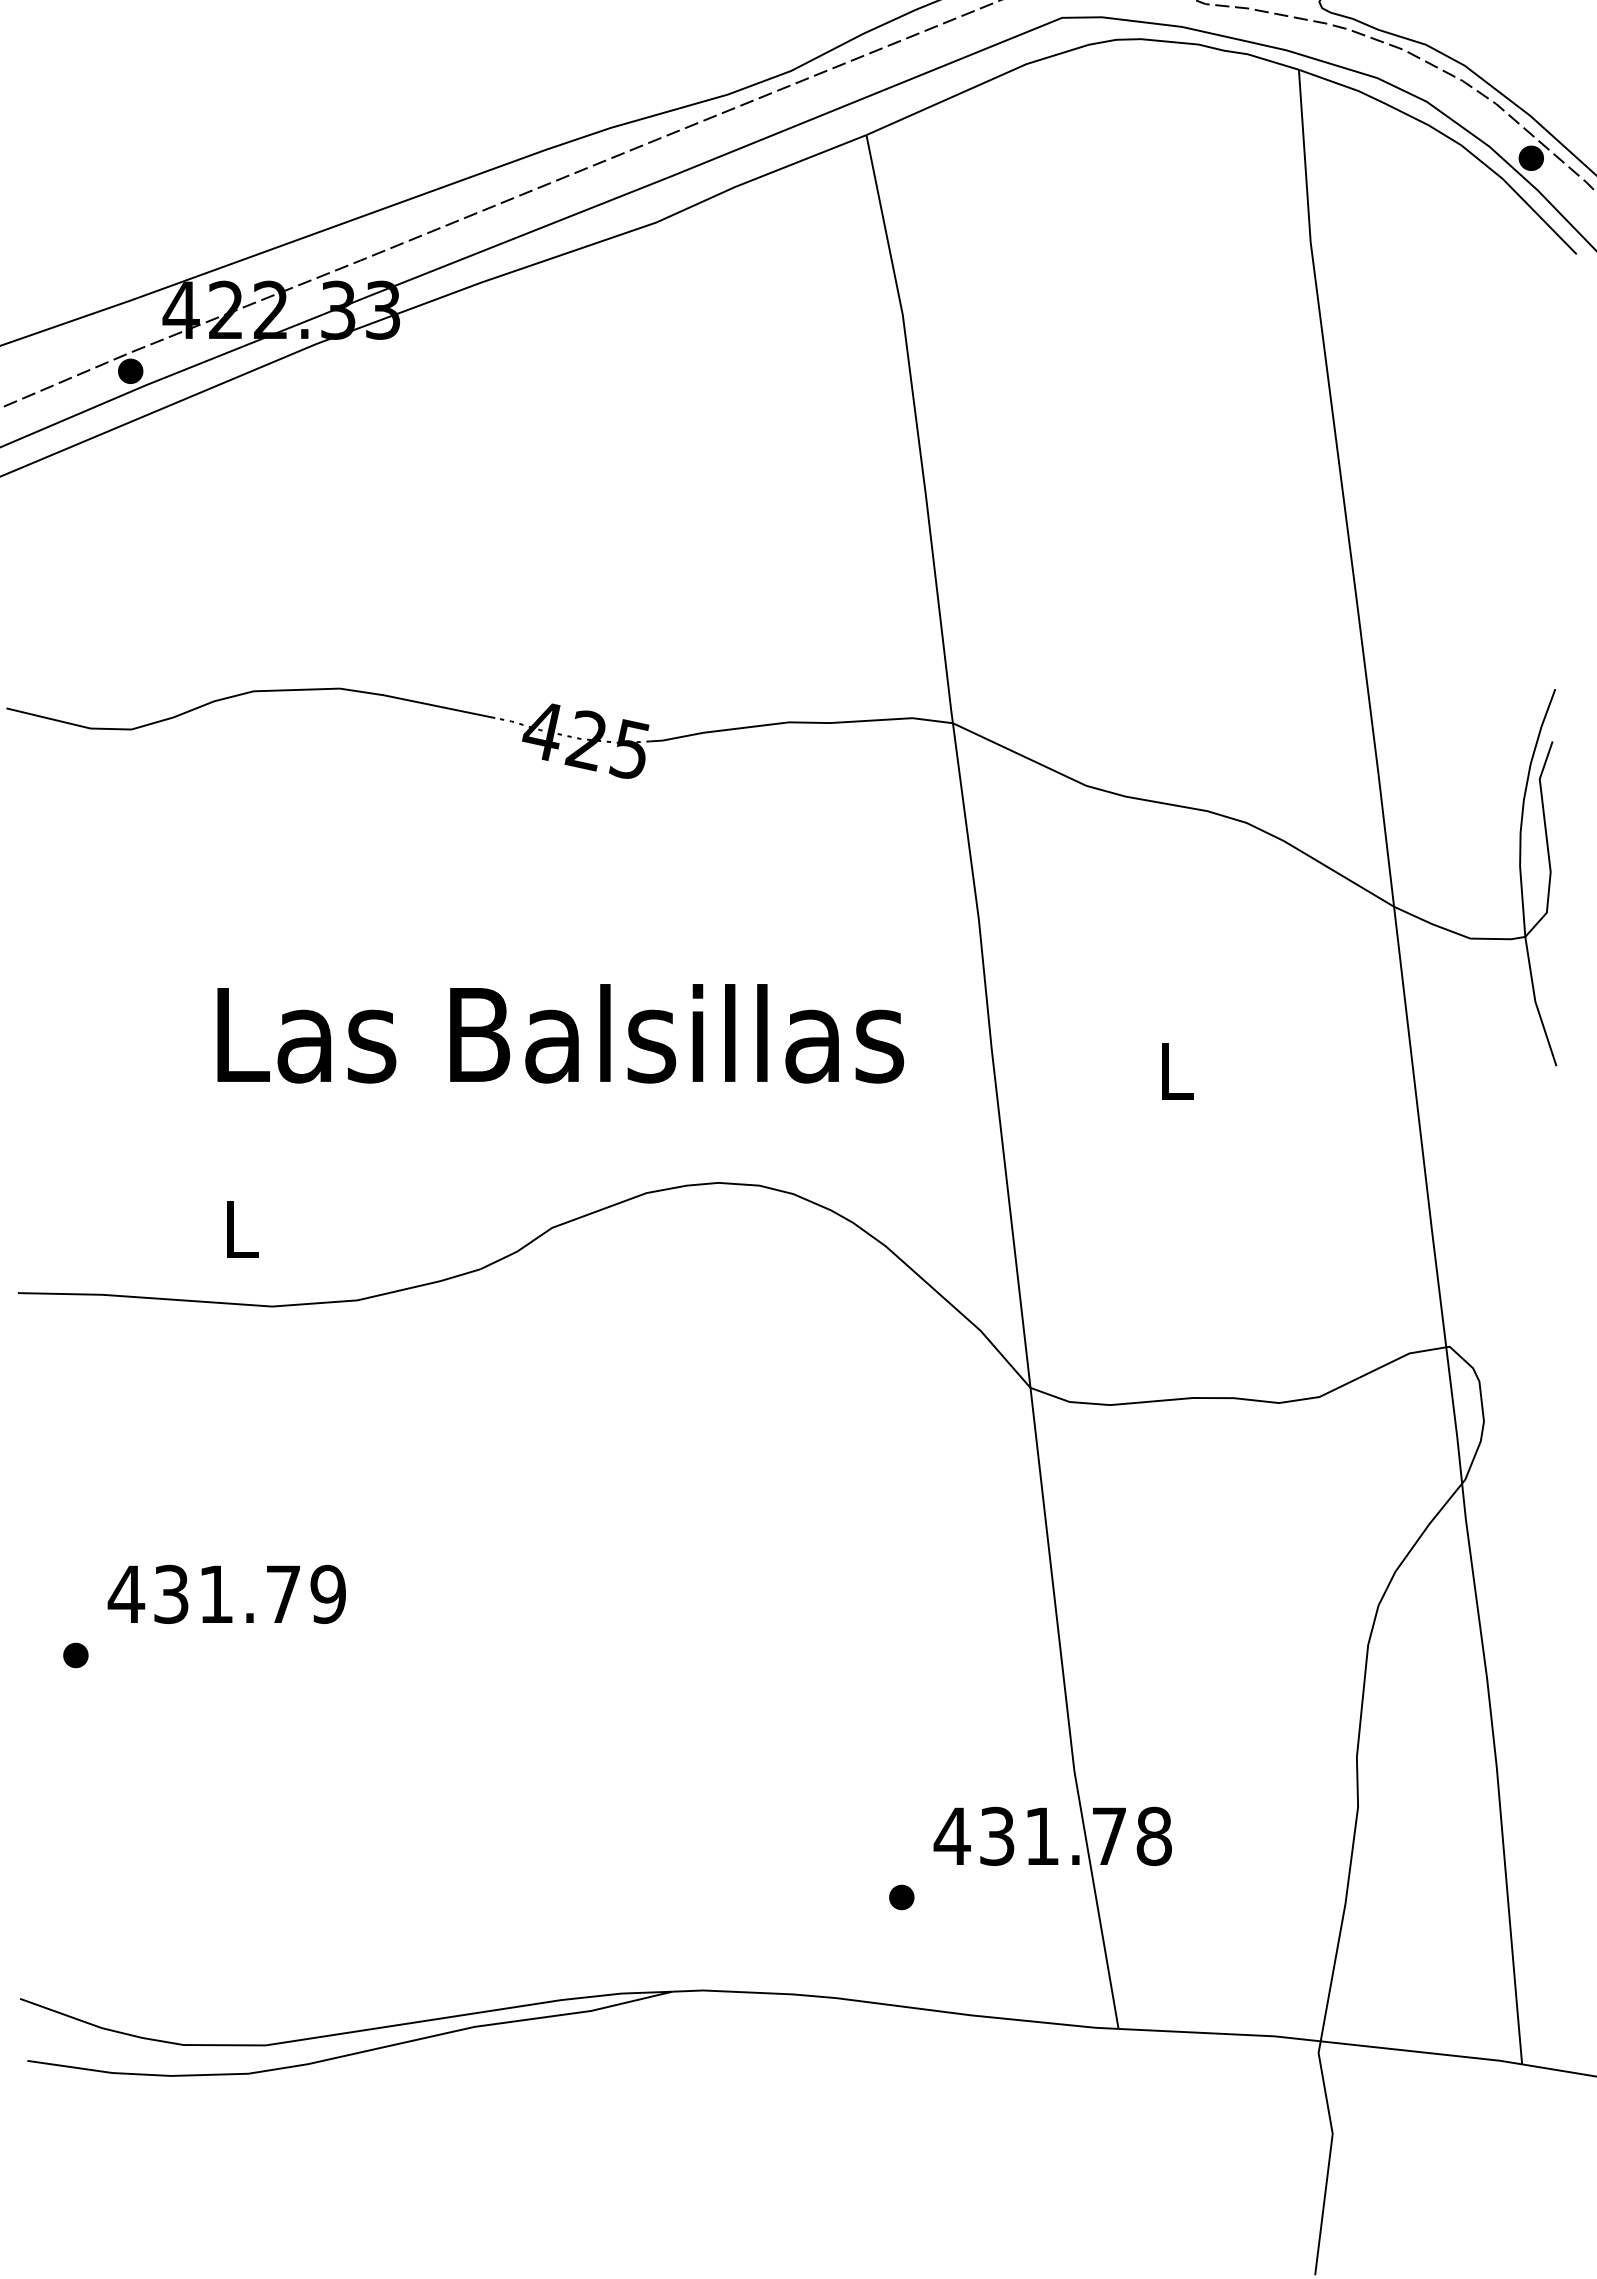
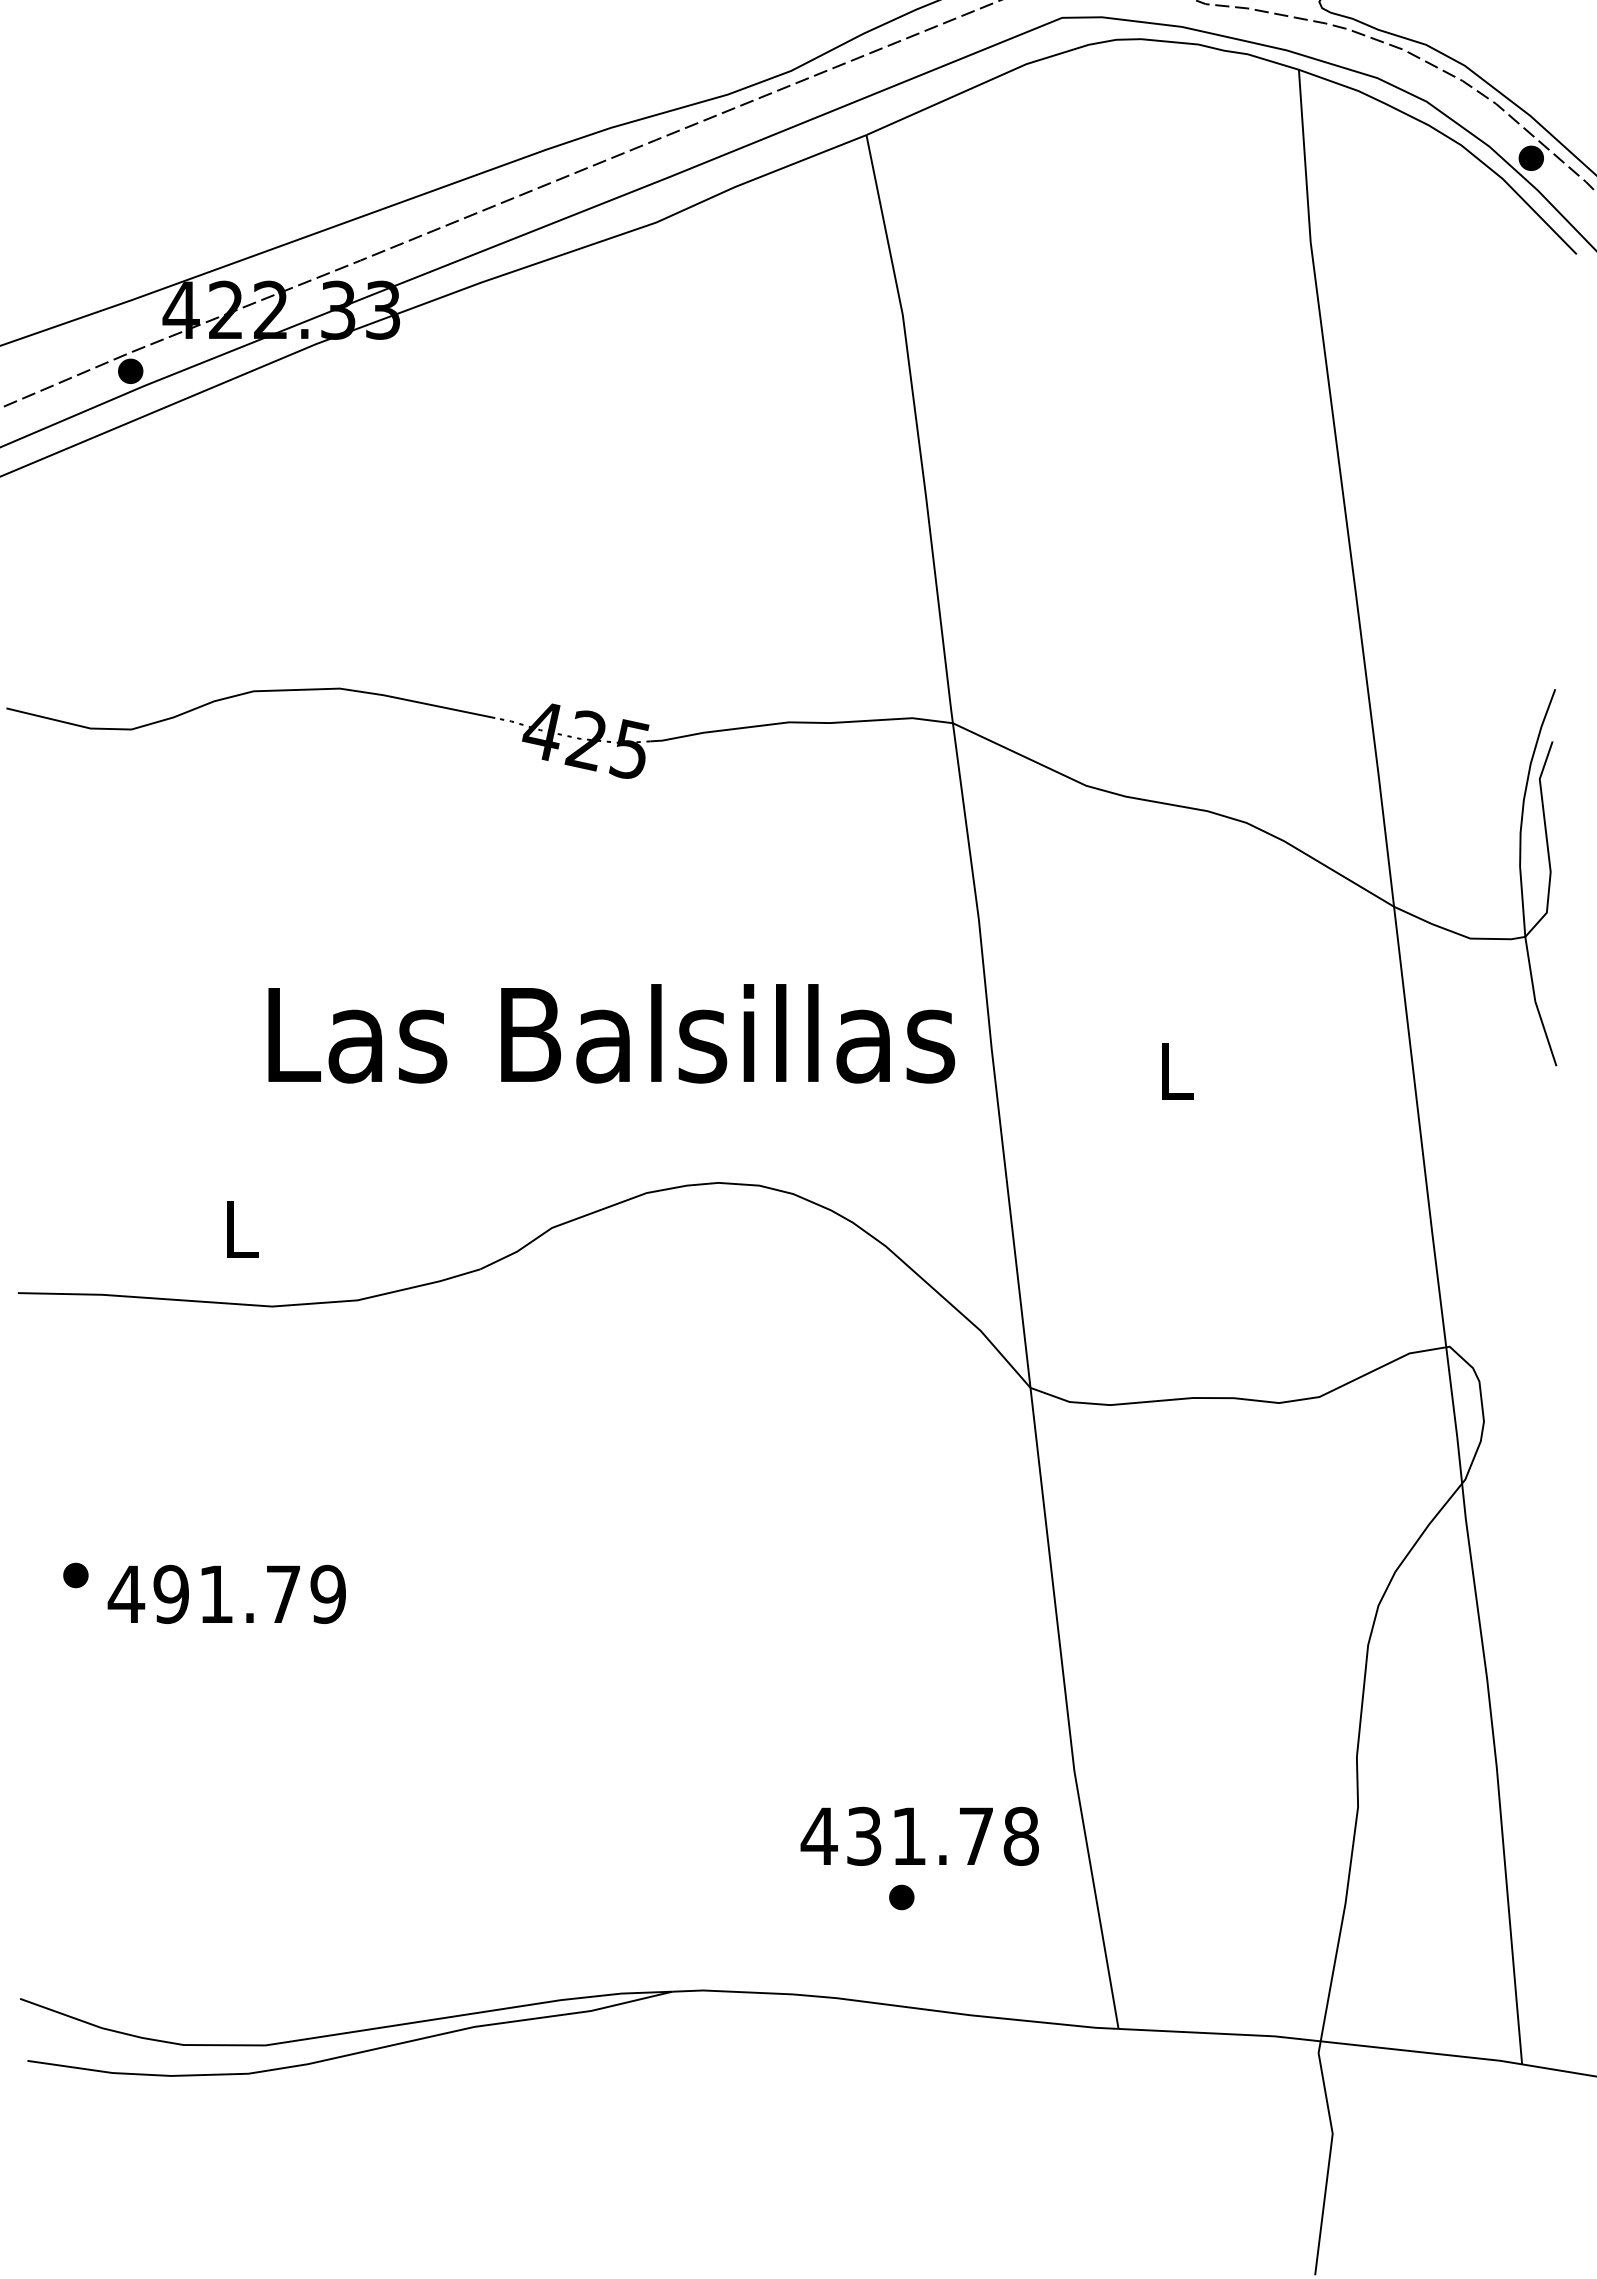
text at (560, 1033) position: (560, 1033) -> (611, 1033)
text at (170, 1594): 431.79 -> 491.79
part at (75, 1655) position: (75, 1655) -> (75, 1575)
text at (1052, 1835) position: (1052, 1835) -> (919, 1835)
